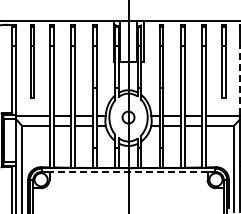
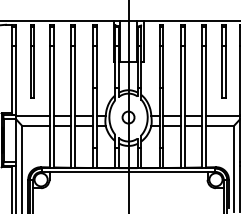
line at (240, 79): dashed -> solid
line at (128, 172): dashed -> solid
